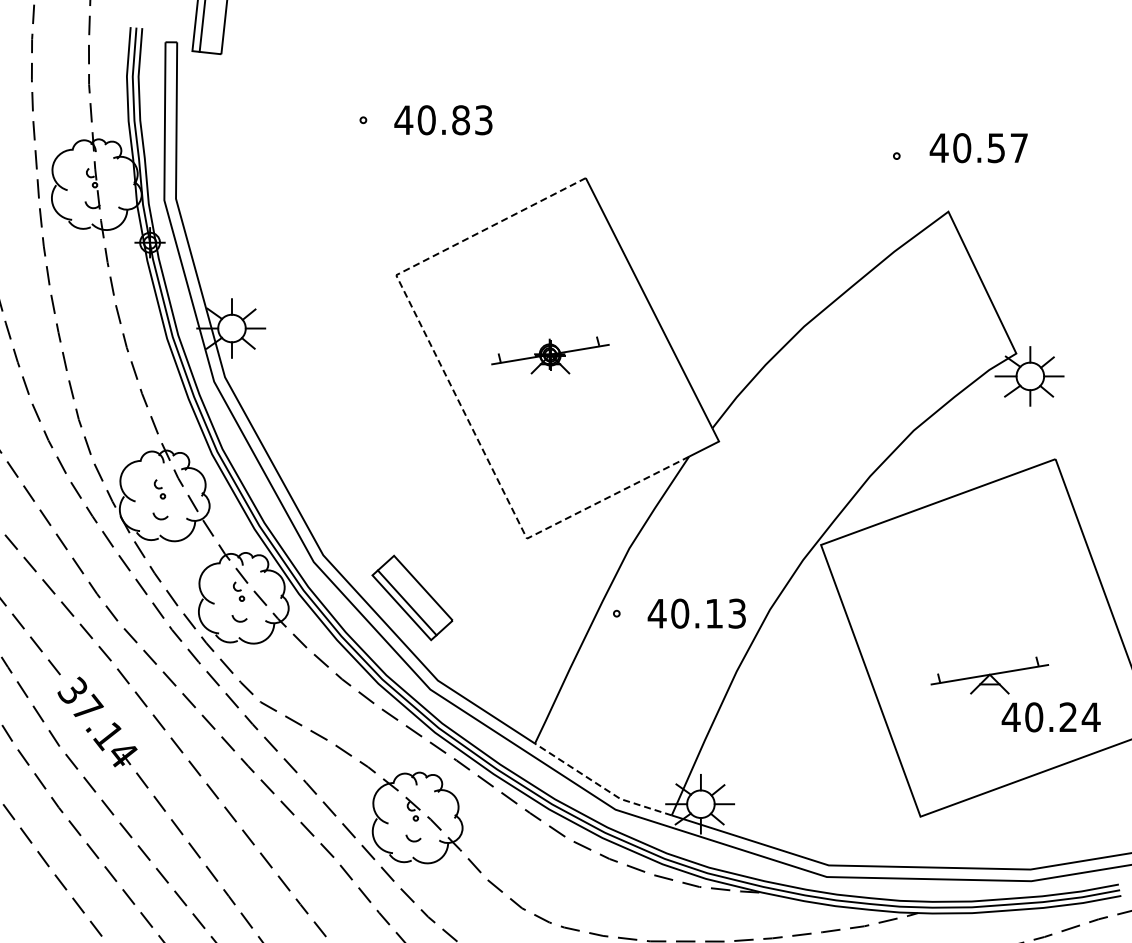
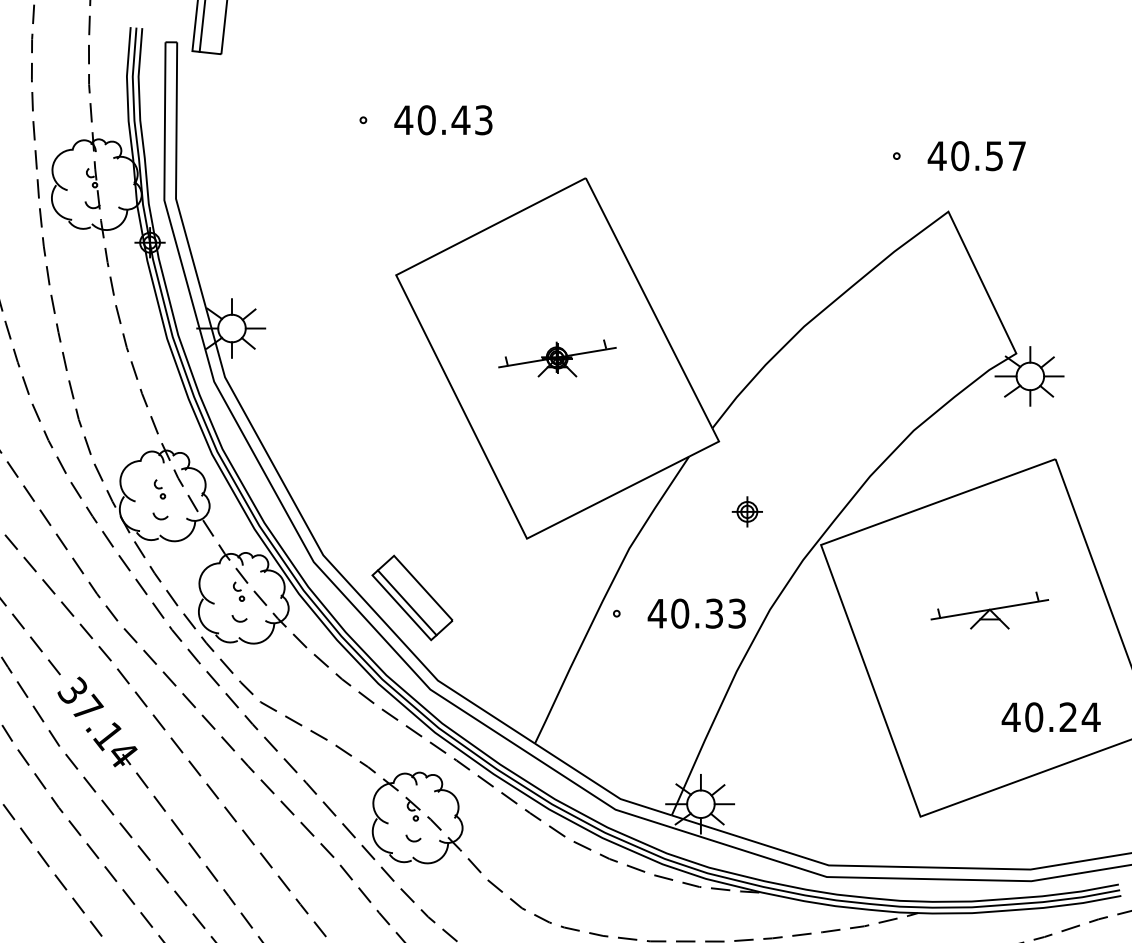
text at (460, 120): 40.83 -> 40.43
text at (978, 148) position: (978, 148) -> (976, 156)
part at (550, 355) position: (550, 355) -> (557, 358)
line at (454, 392): dashed -> solid
part at (746, 511): none -> present
text at (713, 613): 40.13 -> 40.33
part at (989, 675) position: (989, 675) -> (989, 610)
line at (600, 786): dashed -> solid
